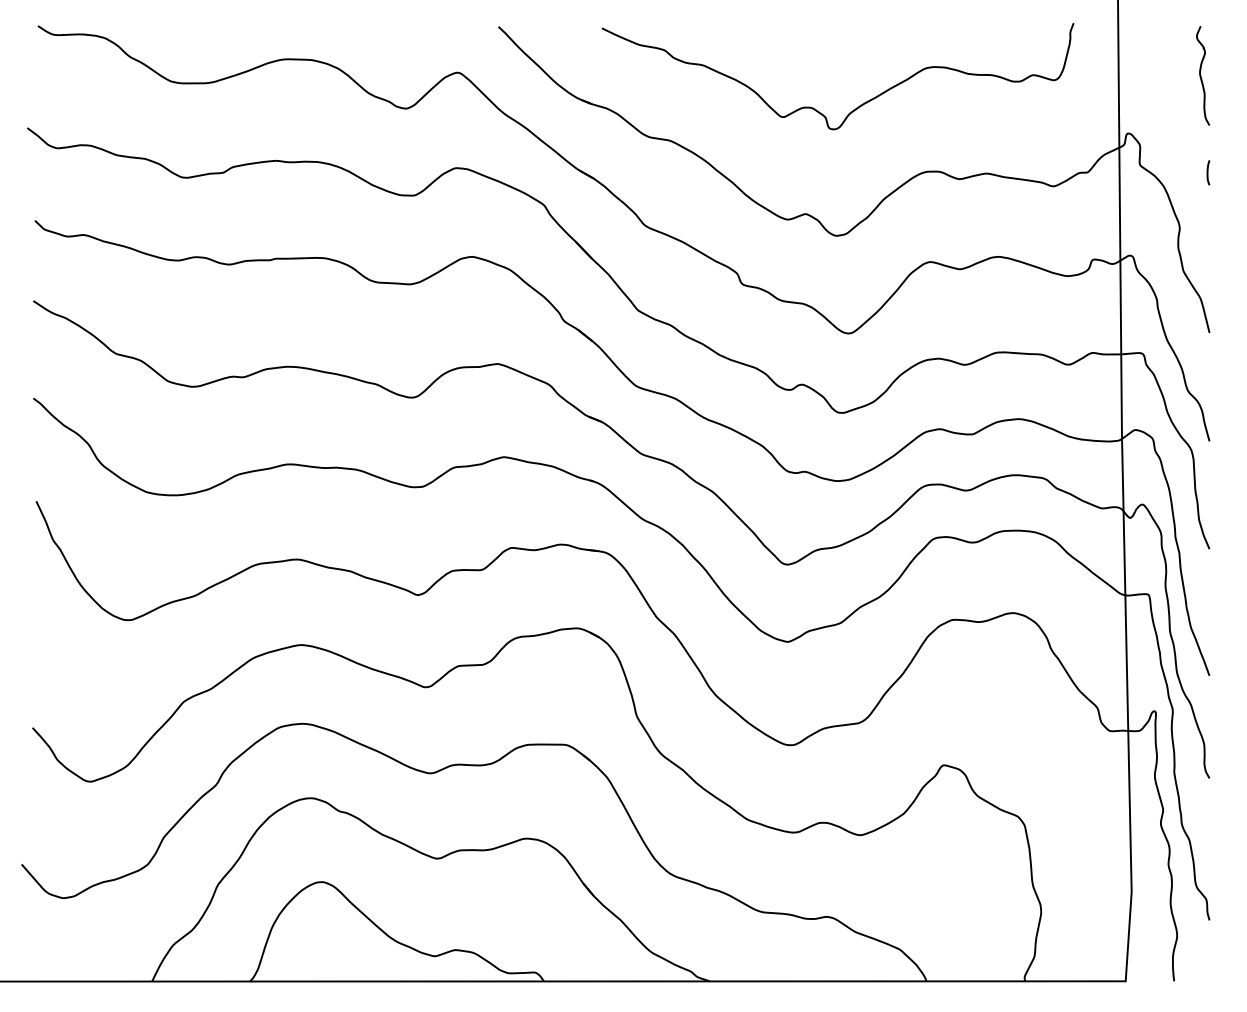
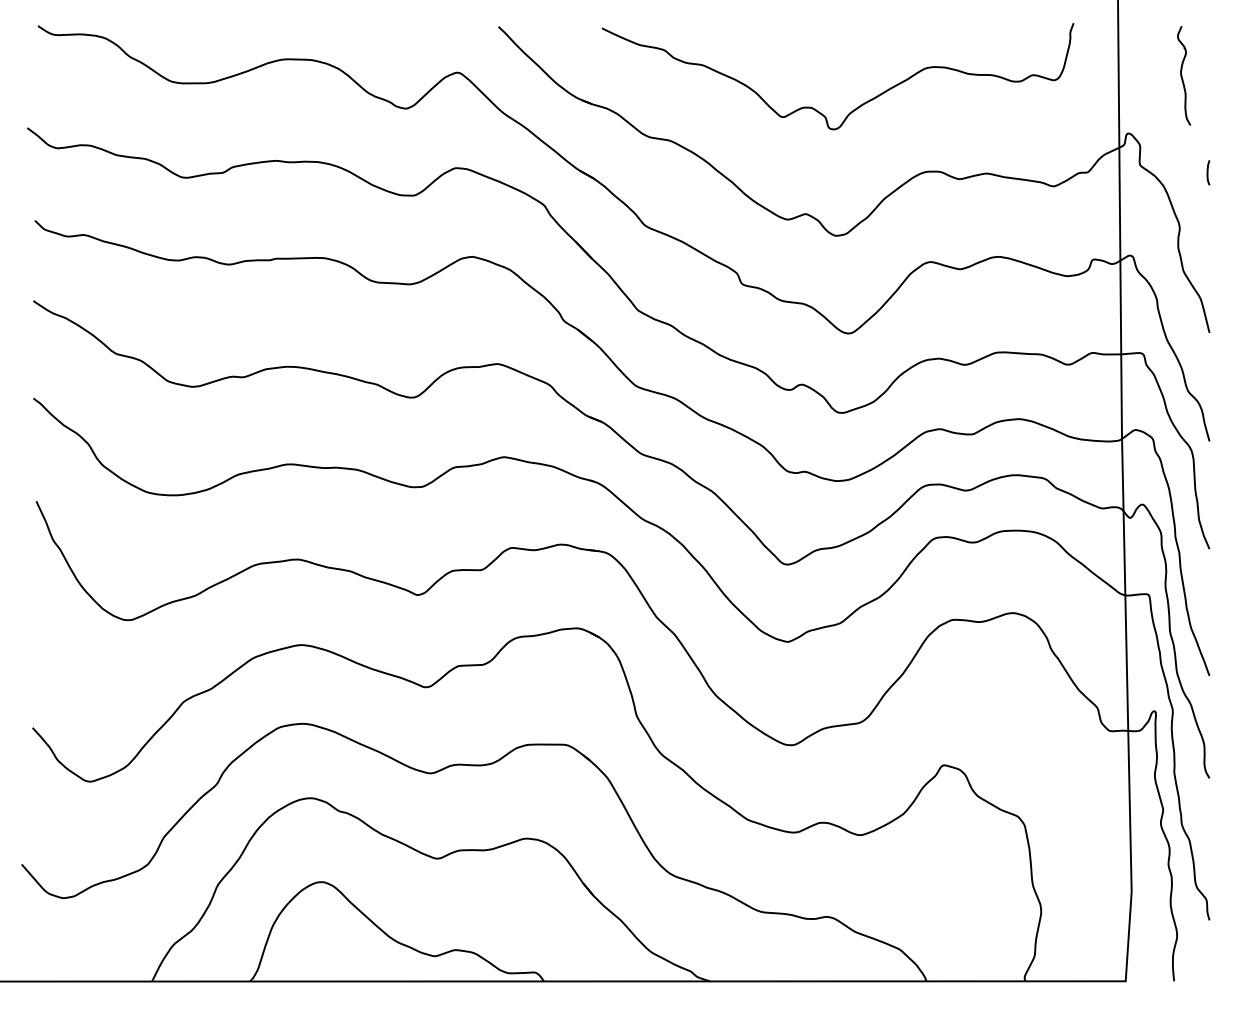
part at (1203, 75) position: (1203, 75) -> (1184, 75)
